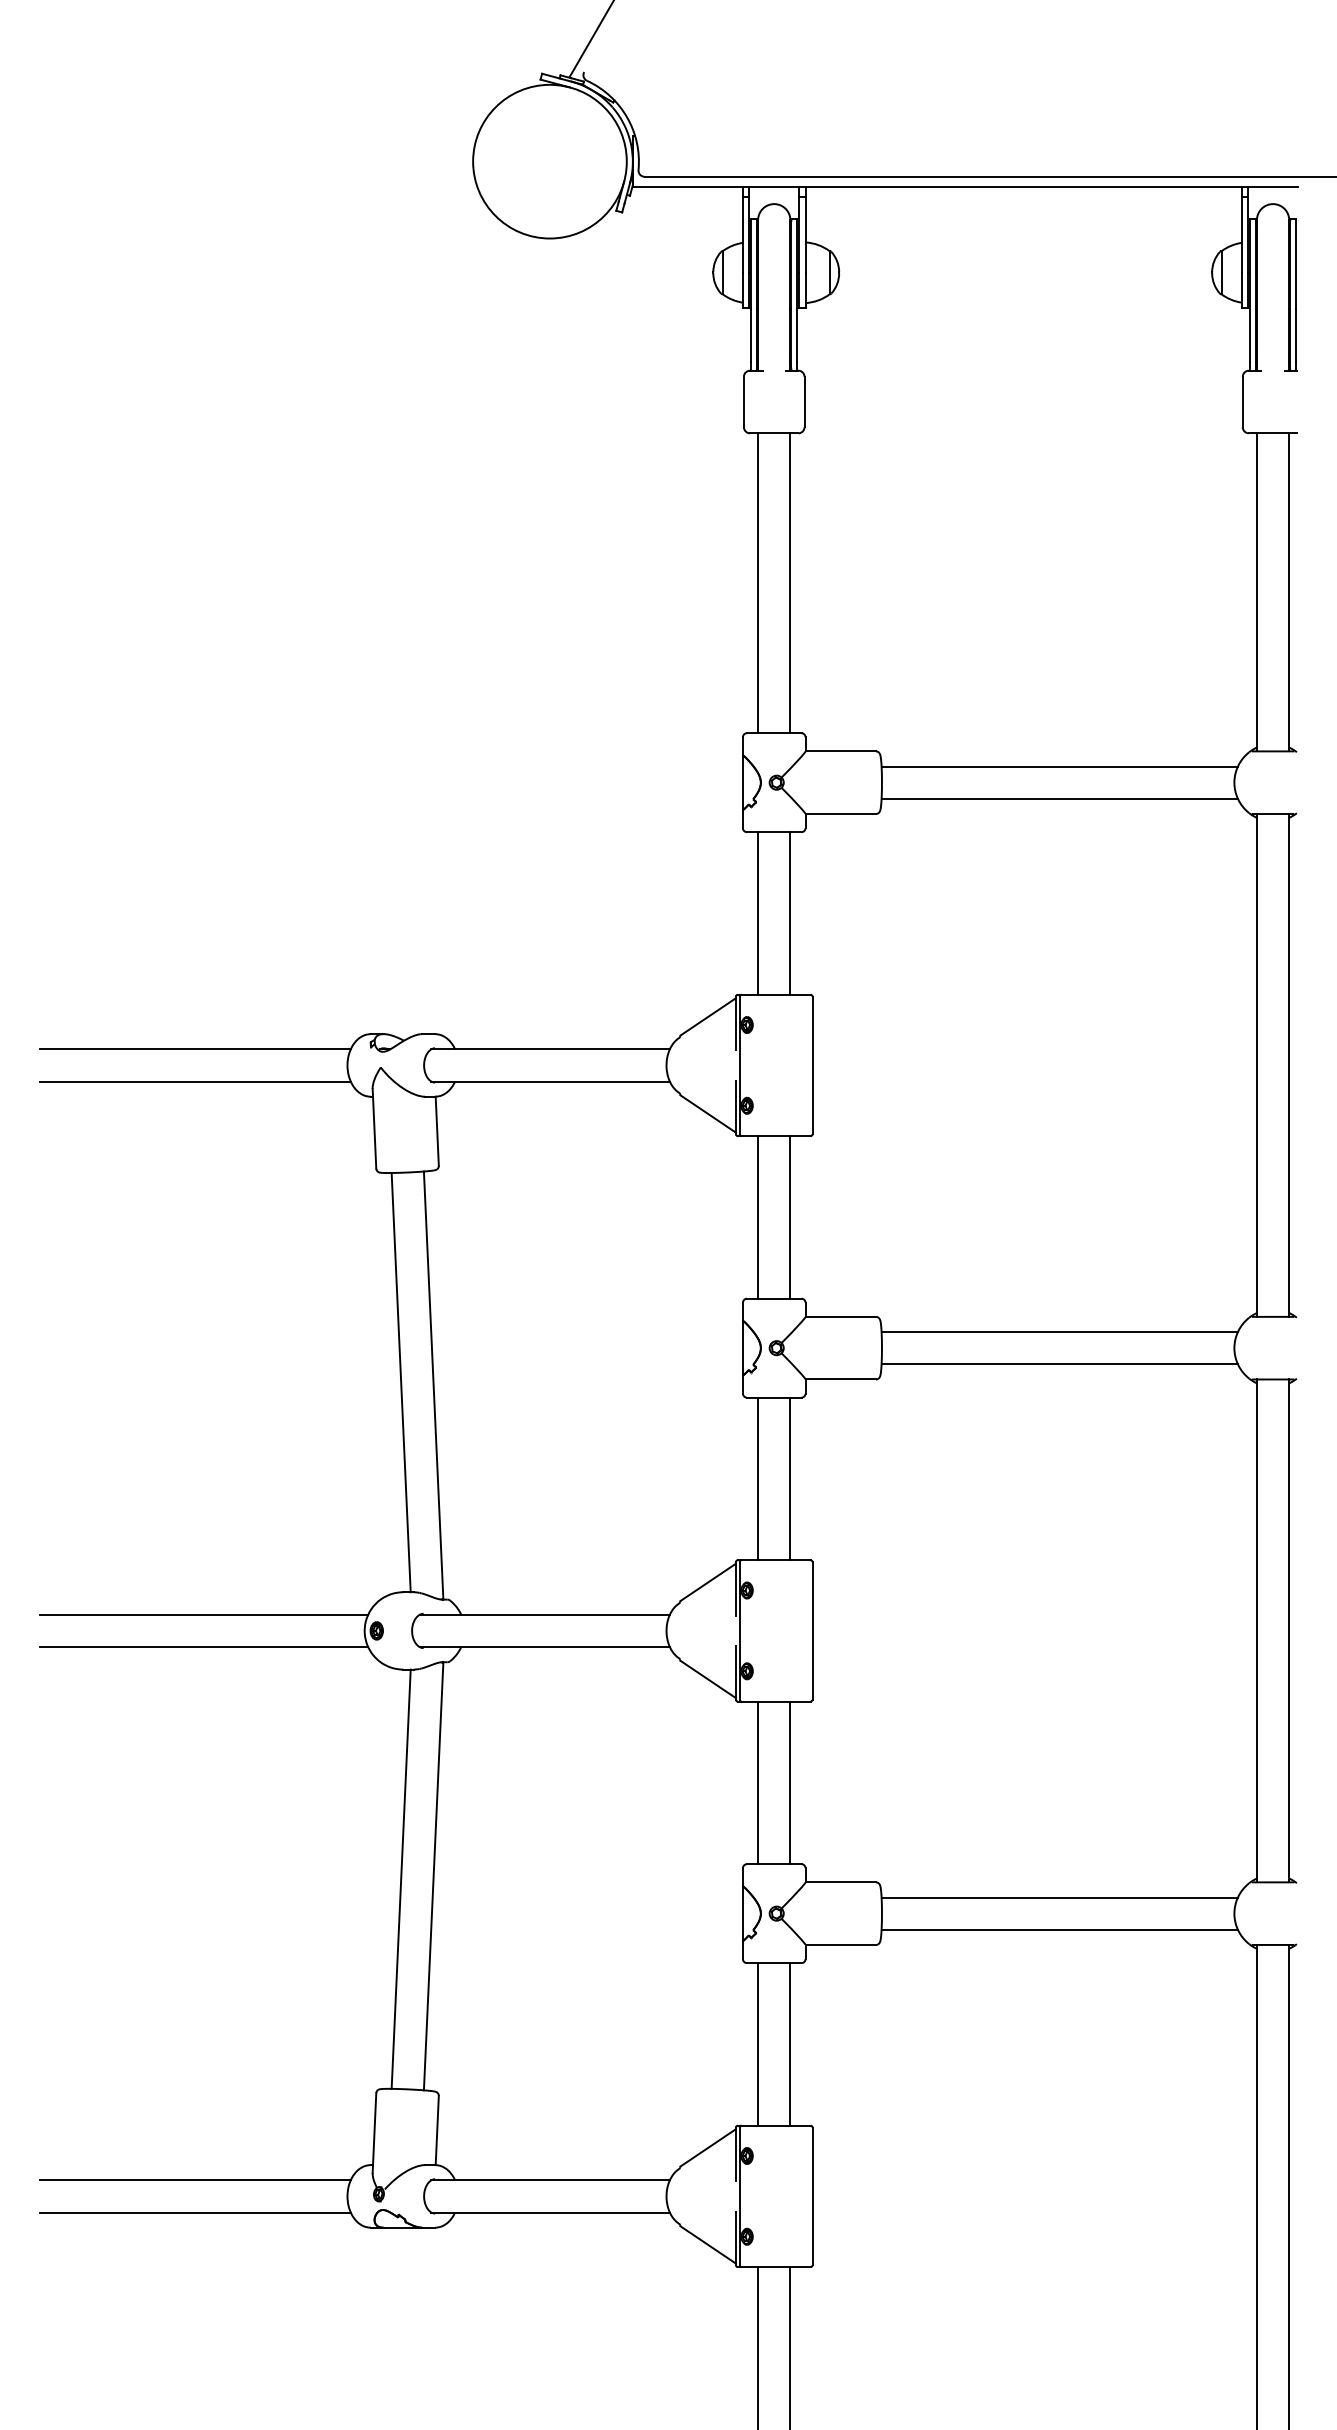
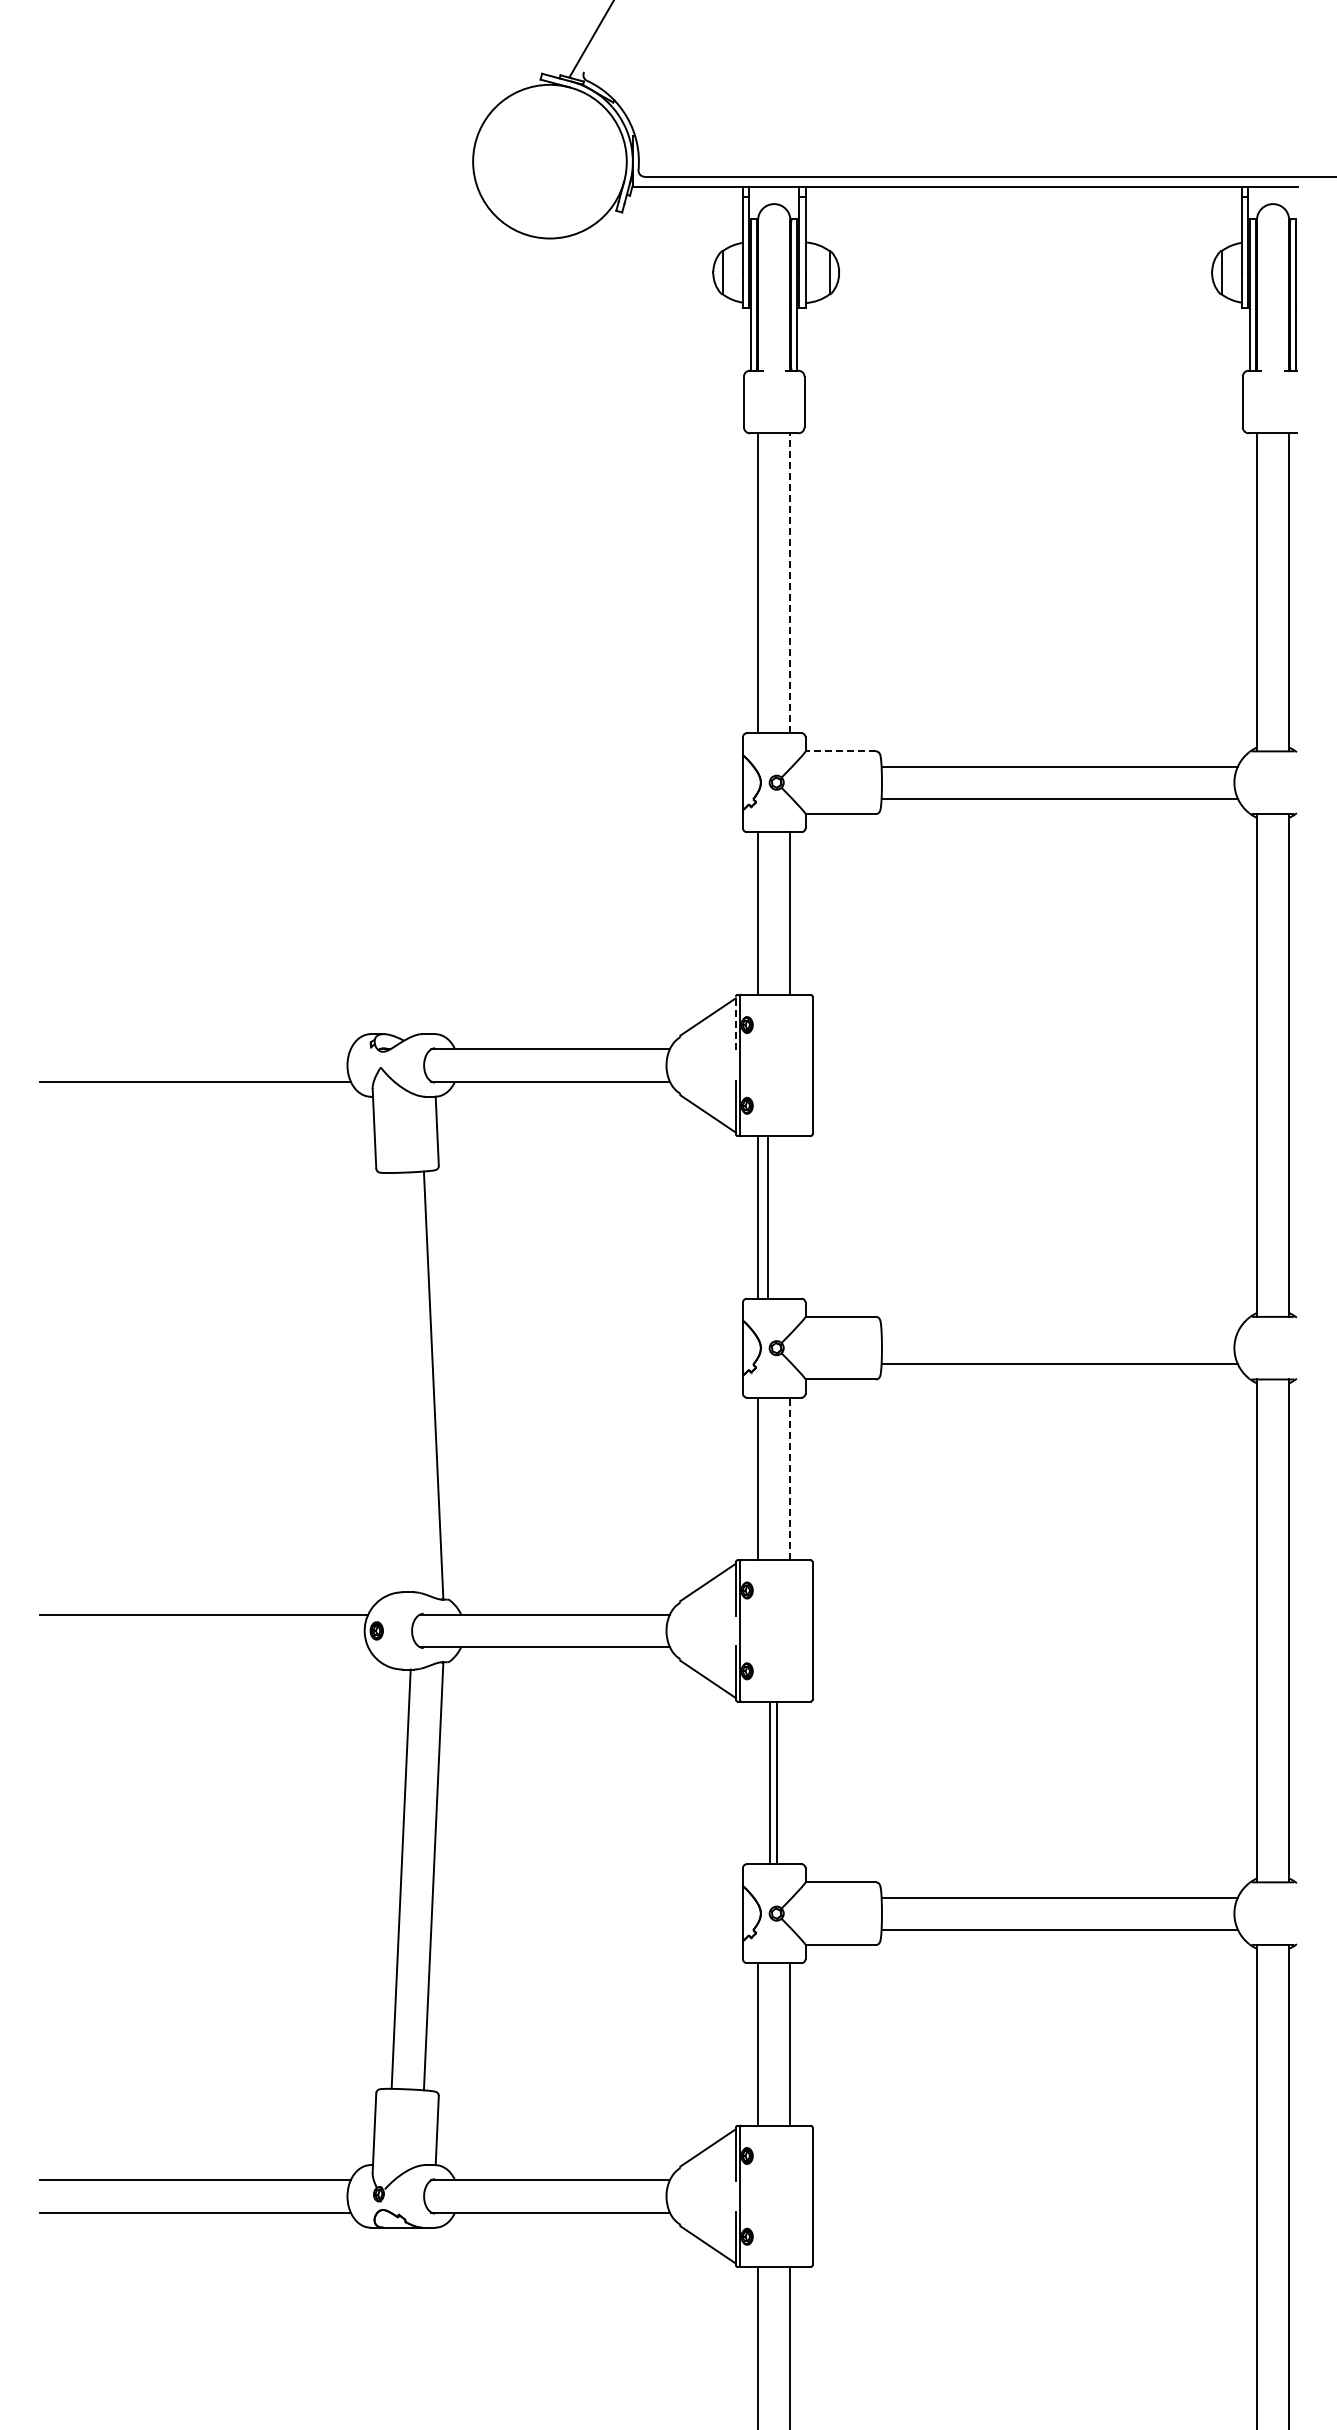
line at (790, 583): solid -> dashed
line at (840, 751): solid -> dashed
line at (735, 1023): solid -> dashed
line at (195, 1049): present -> none
line at (790, 1217) position: (790, 1217) -> (768, 1217)
line at (1059, 1332): present -> none
line at (400, 1382): present -> none
line at (790, 1478): solid -> dashed
line at (204, 1647): present -> none
line at (758, 1782) position: (758, 1782) -> (777, 1782)
line at (790, 1782) position: (790, 1782) -> (770, 1782)
